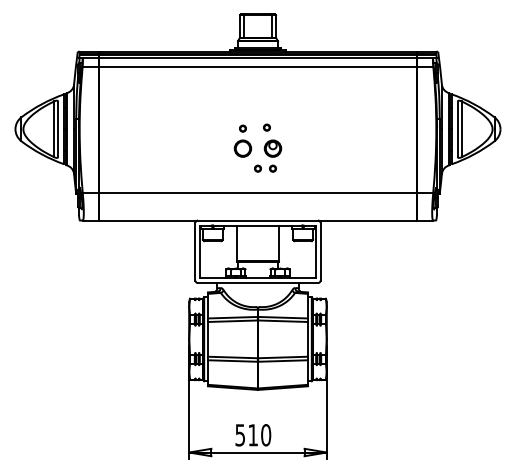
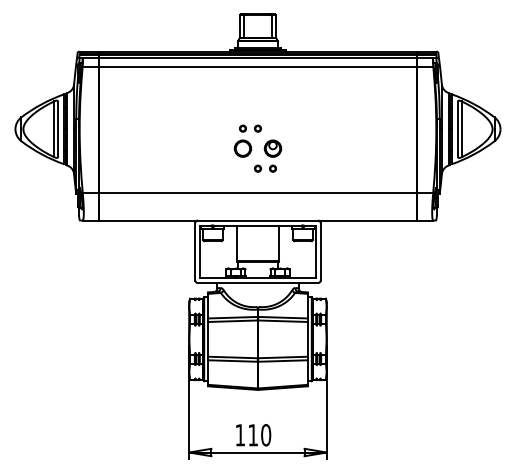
part at (266, 127) position: (266, 127) -> (257, 128)
text at (239, 435): 510 -> 110
